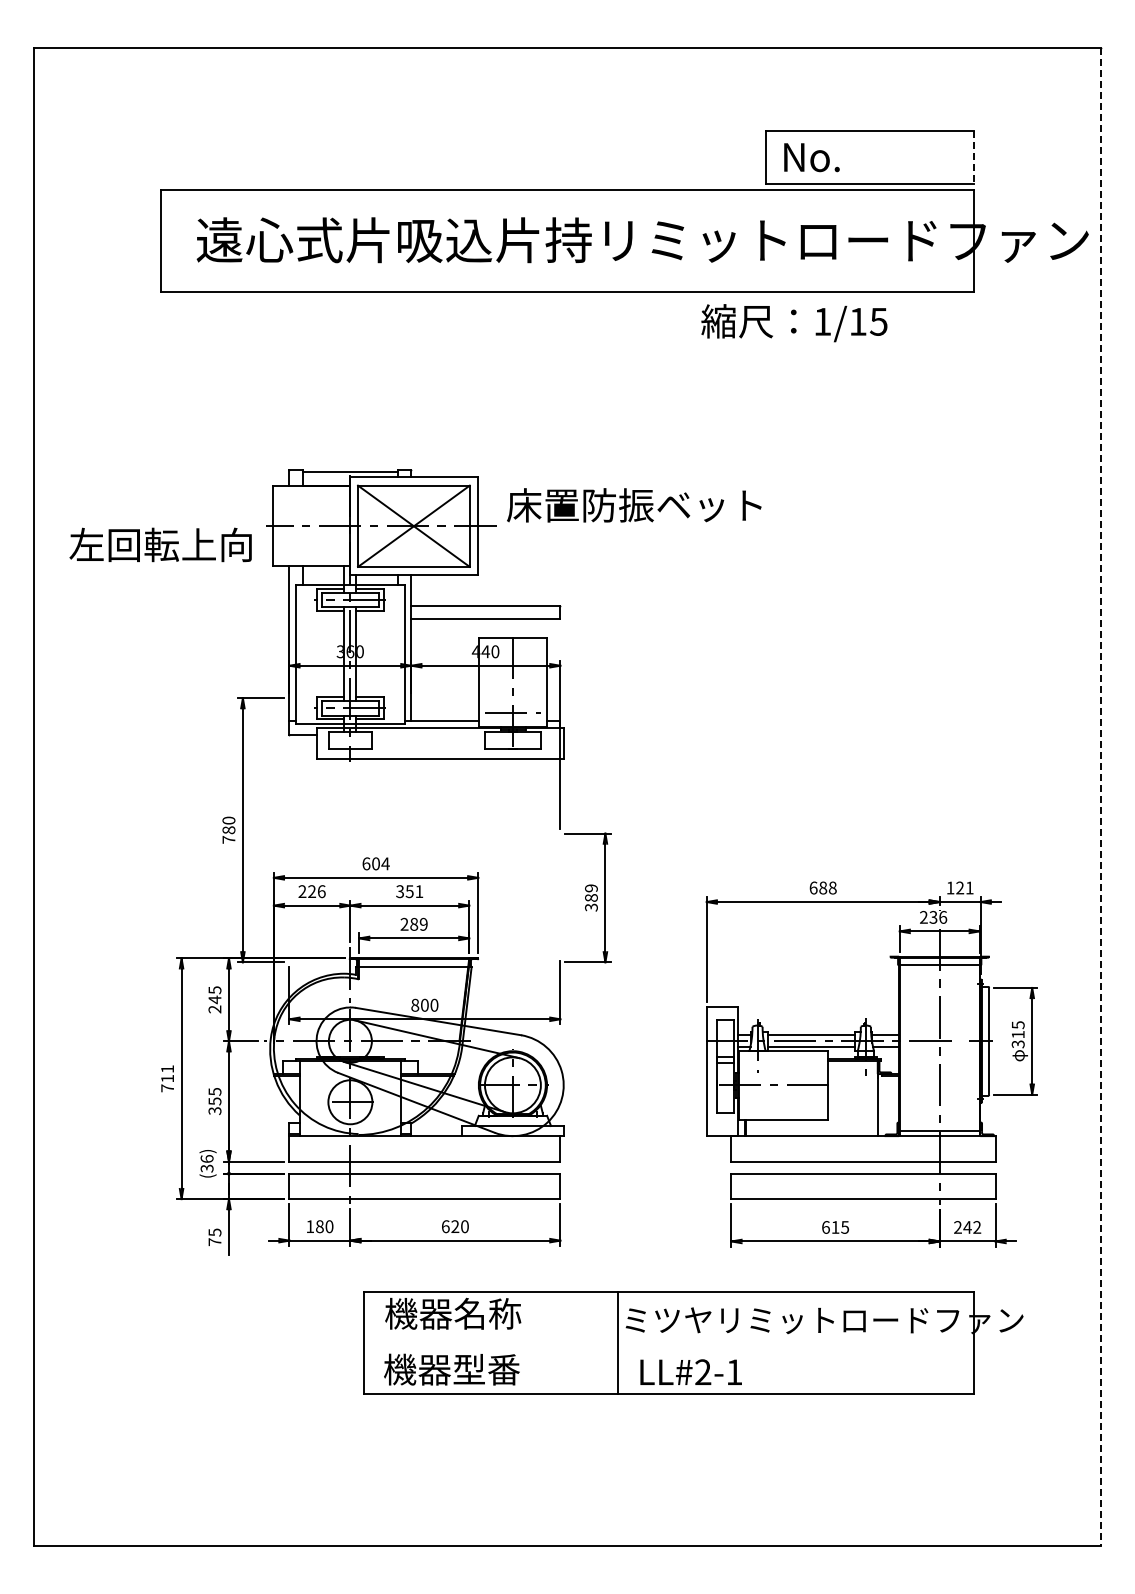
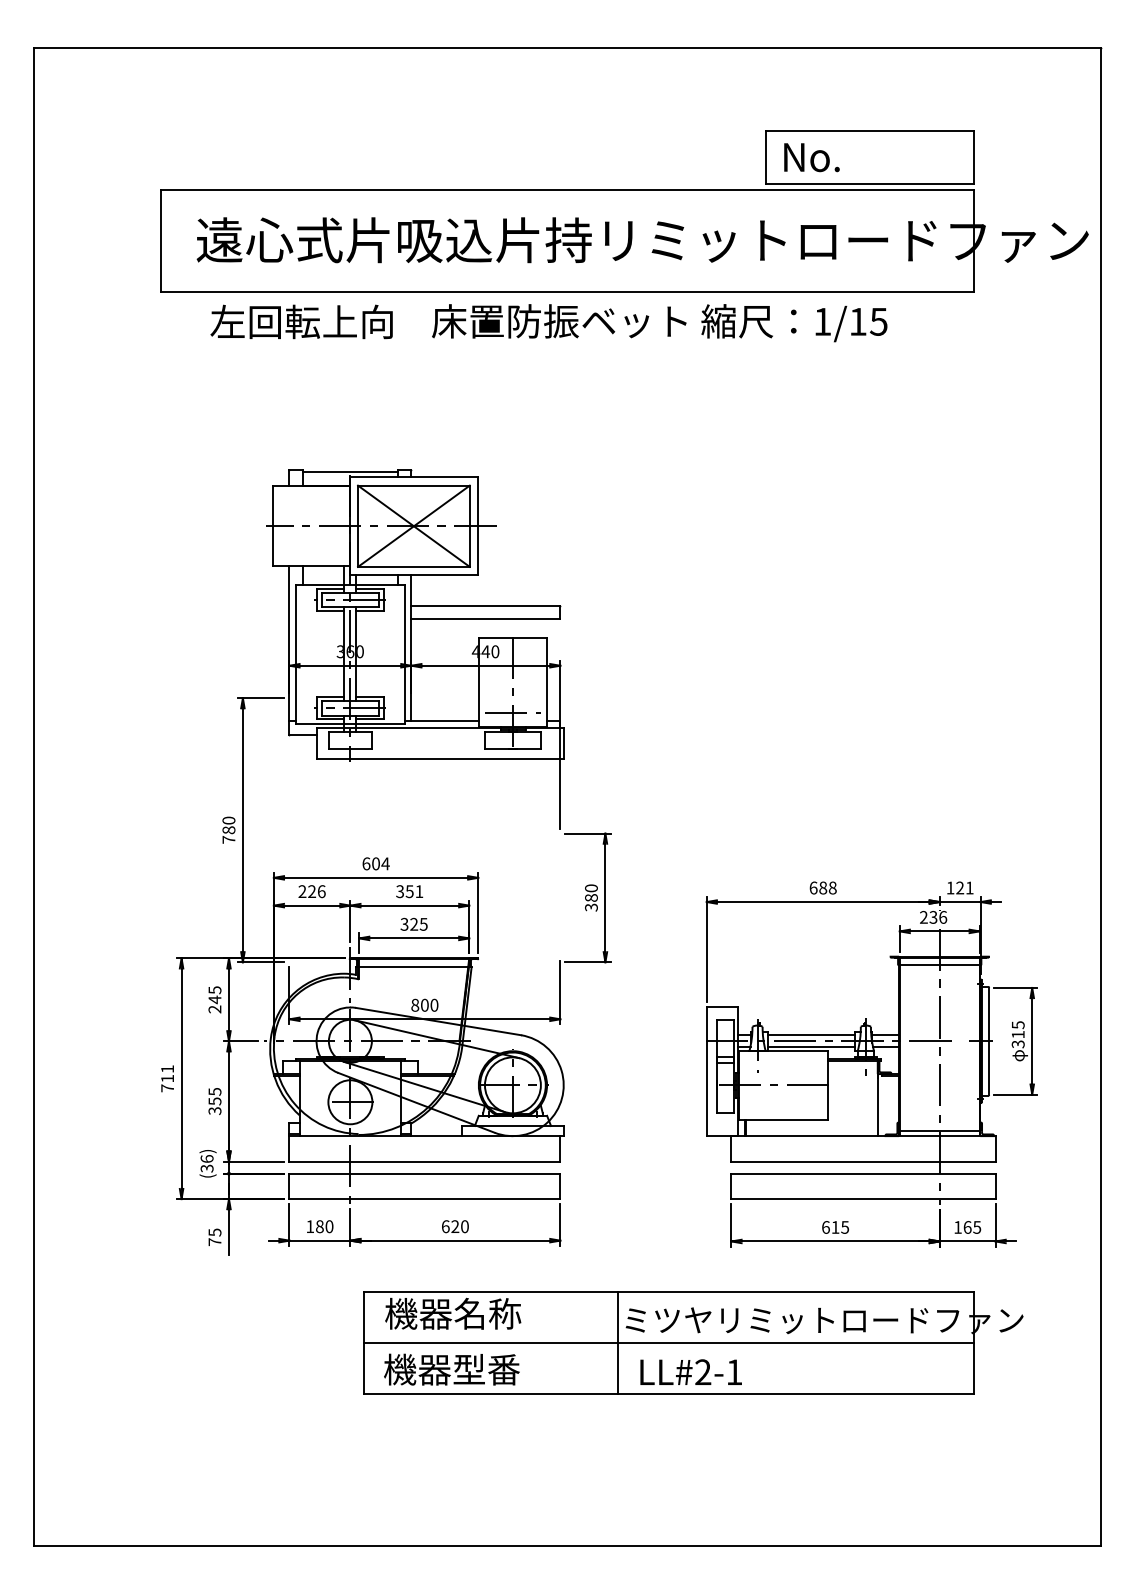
line at (973, 157): dashed -> solid
text at (634, 505) position: (634, 505) -> (559, 321)
text at (160, 544) position: (160, 544) -> (301, 321)
line at (1100, 797): dashed -> solid
text at (591, 888): 389 -> 380
text at (413, 923): 289 -> 325
text at (967, 1227): 242 -> 165
line at (668, 1343): none -> present
